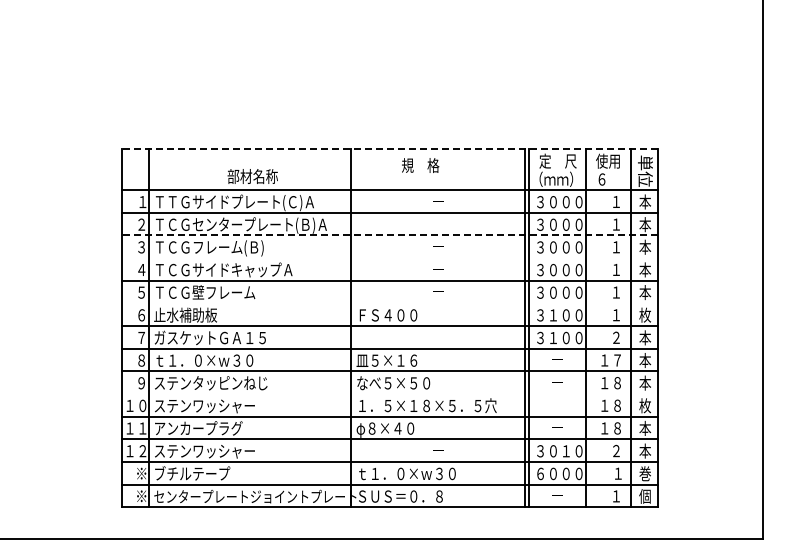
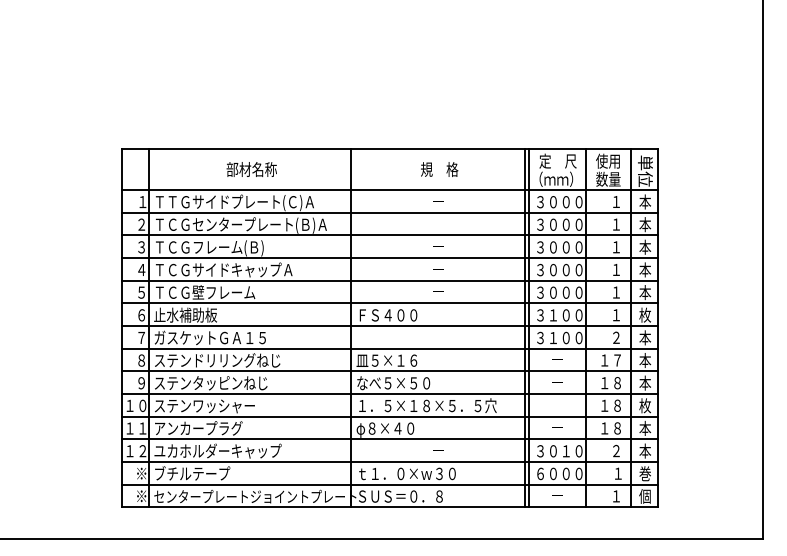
line at (389, 149): dashed -> solid
text at (420, 165) position: (420, 165) -> (439, 169)
text at (252, 176) position: (252, 176) -> (251, 169)
text at (608, 178): ６ -> 数量
line at (389, 235): dashed -> solid
line at (389, 258): none -> present
line at (389, 303): none -> present
text at (217, 360): ｔ１．０×ｗ３０ -> ステンドリリングねじ
line at (389, 393): none -> present
text at (217, 450): ステンワッシャー -> ユカホルダーキャップ
